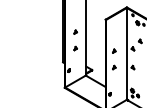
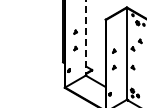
line at (86, 38): solid -> dashed
